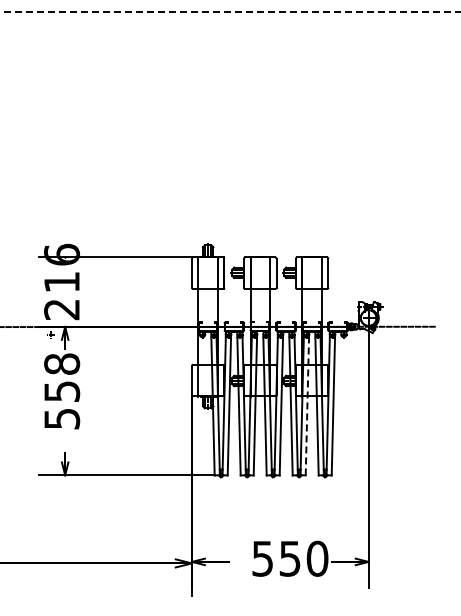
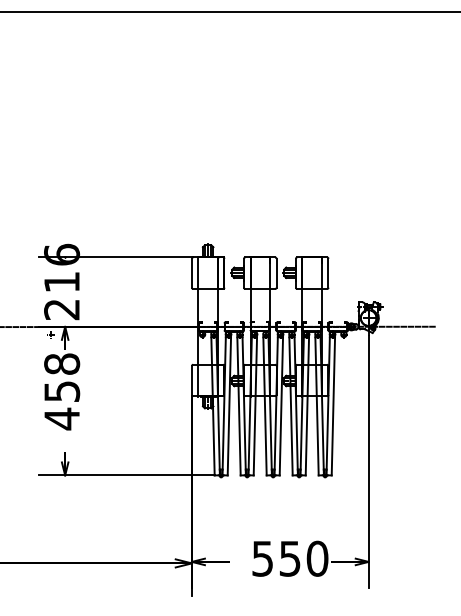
line at (230, 12): dashed -> solid
line at (307, 405): dashed -> solid
text at (62, 418): 558 -> 458
